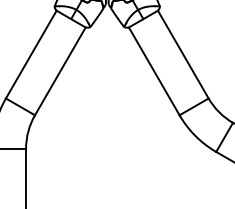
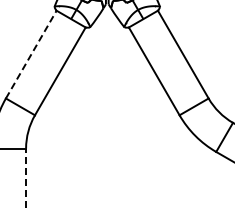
line at (31, 54): solid -> dashed
line at (26, 178): solid -> dashed
